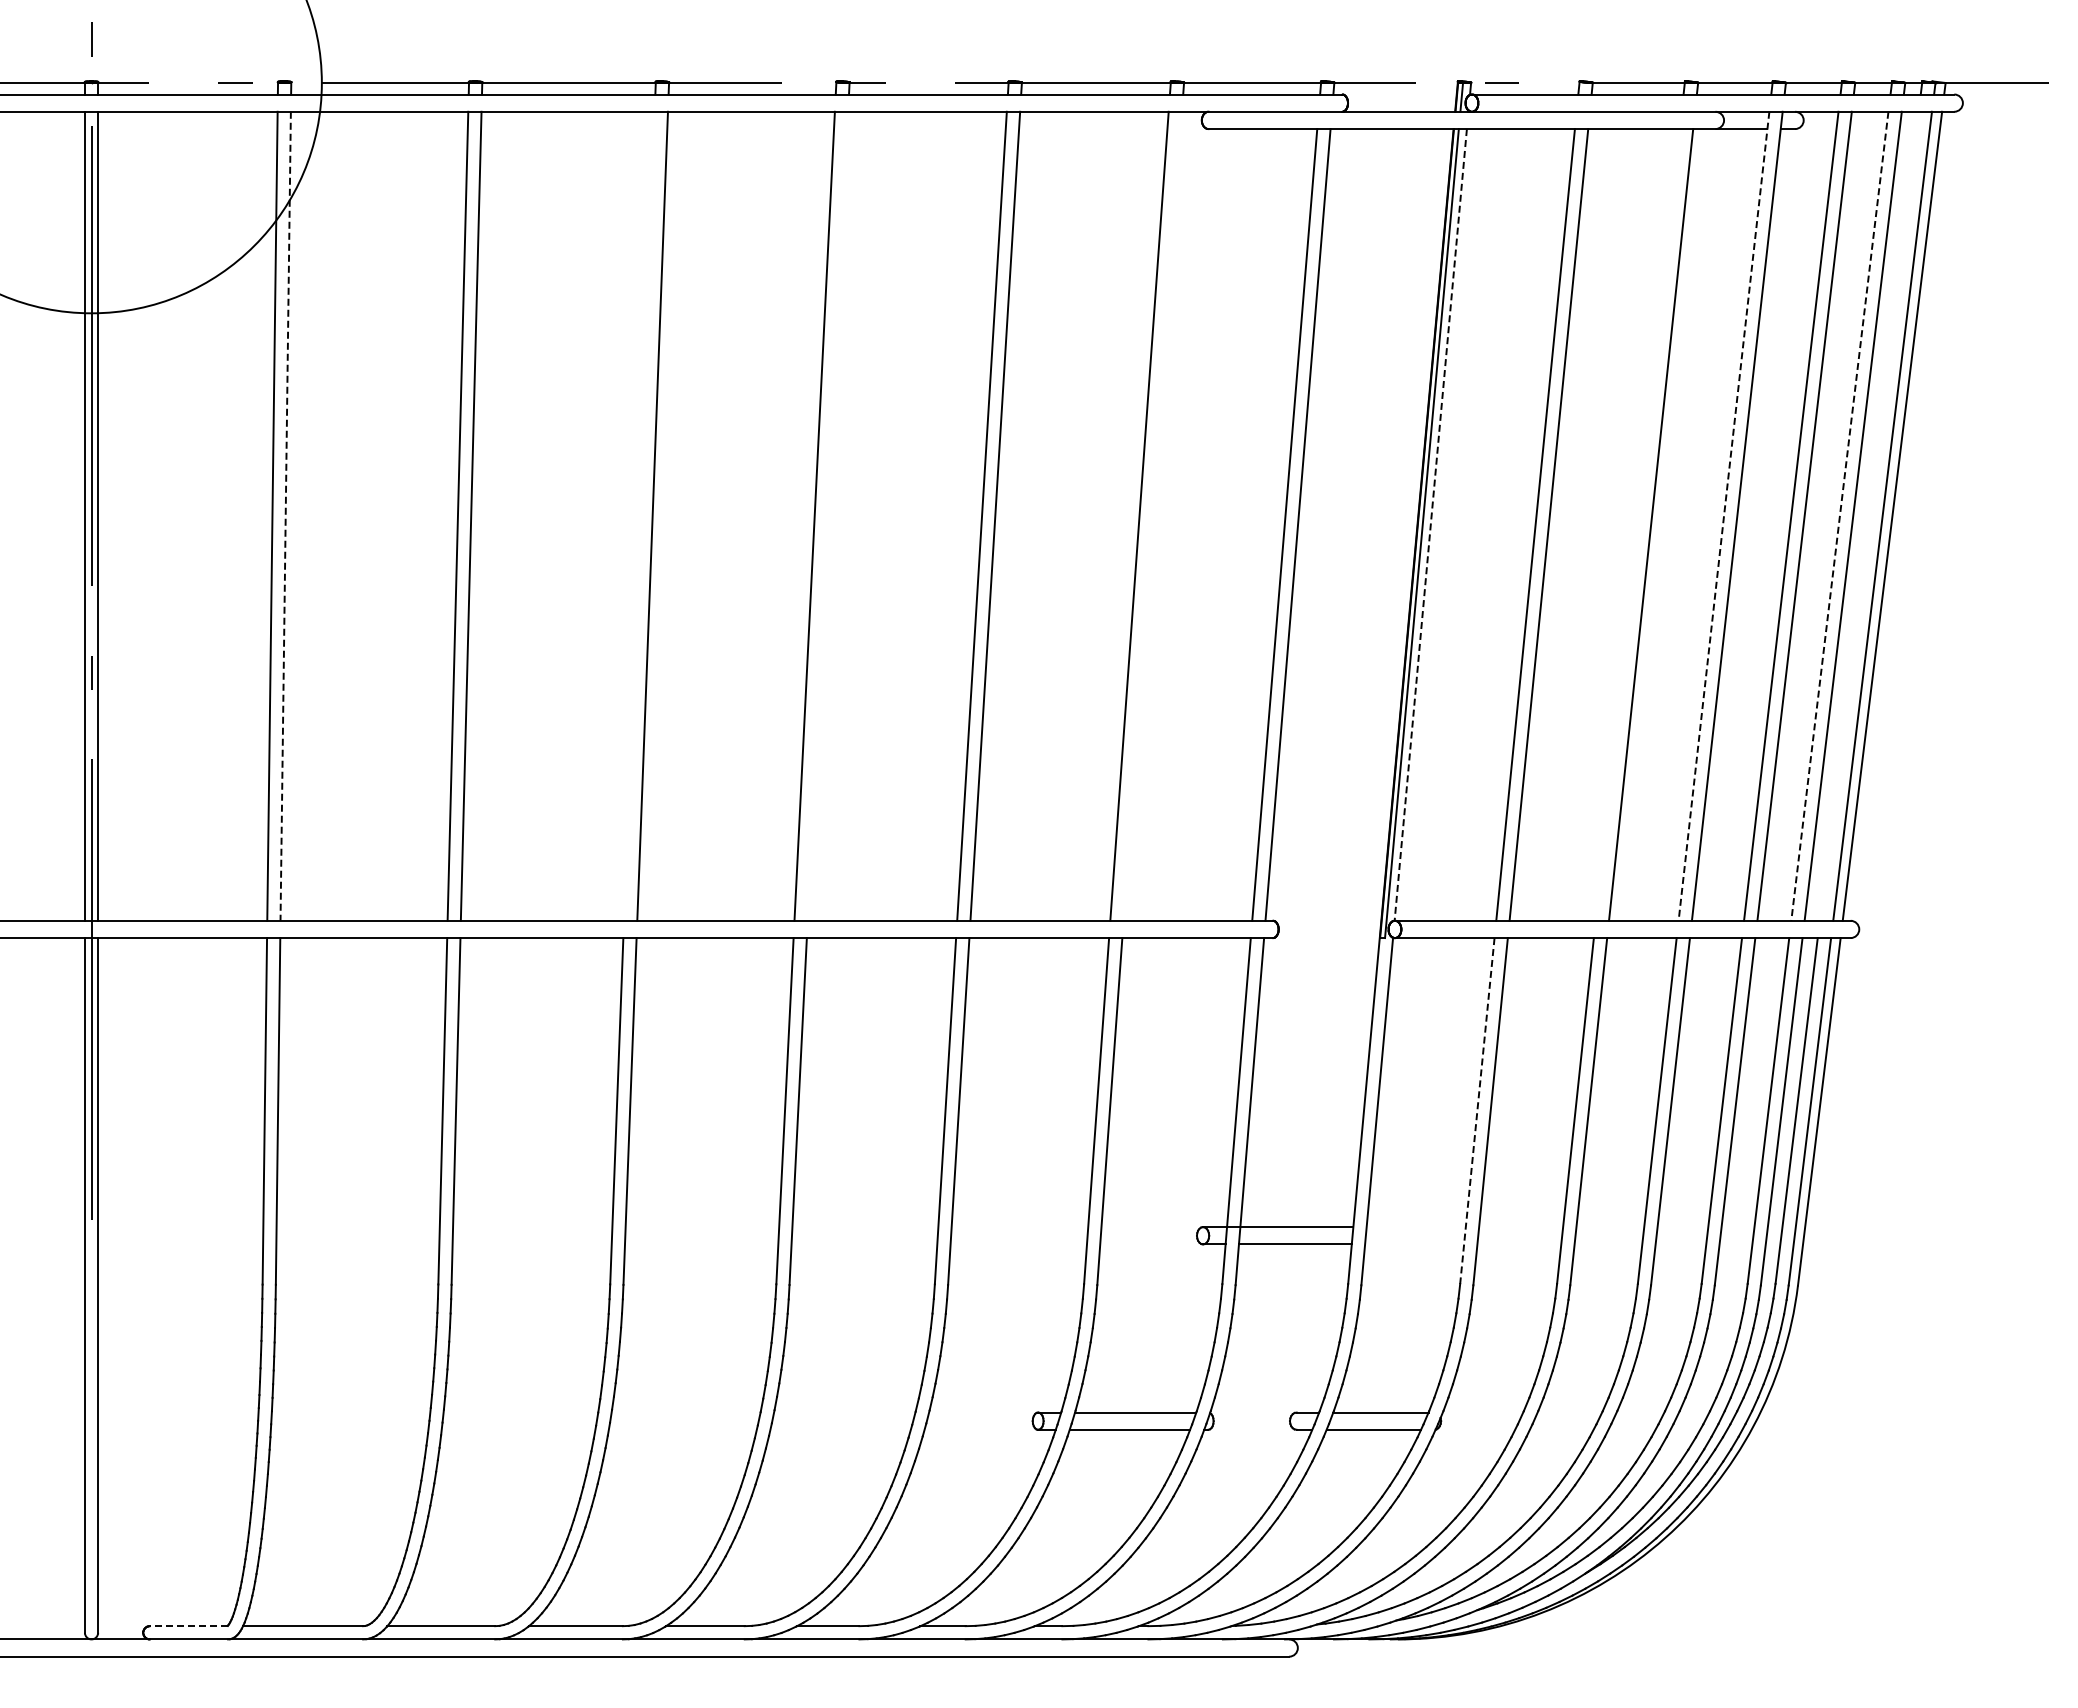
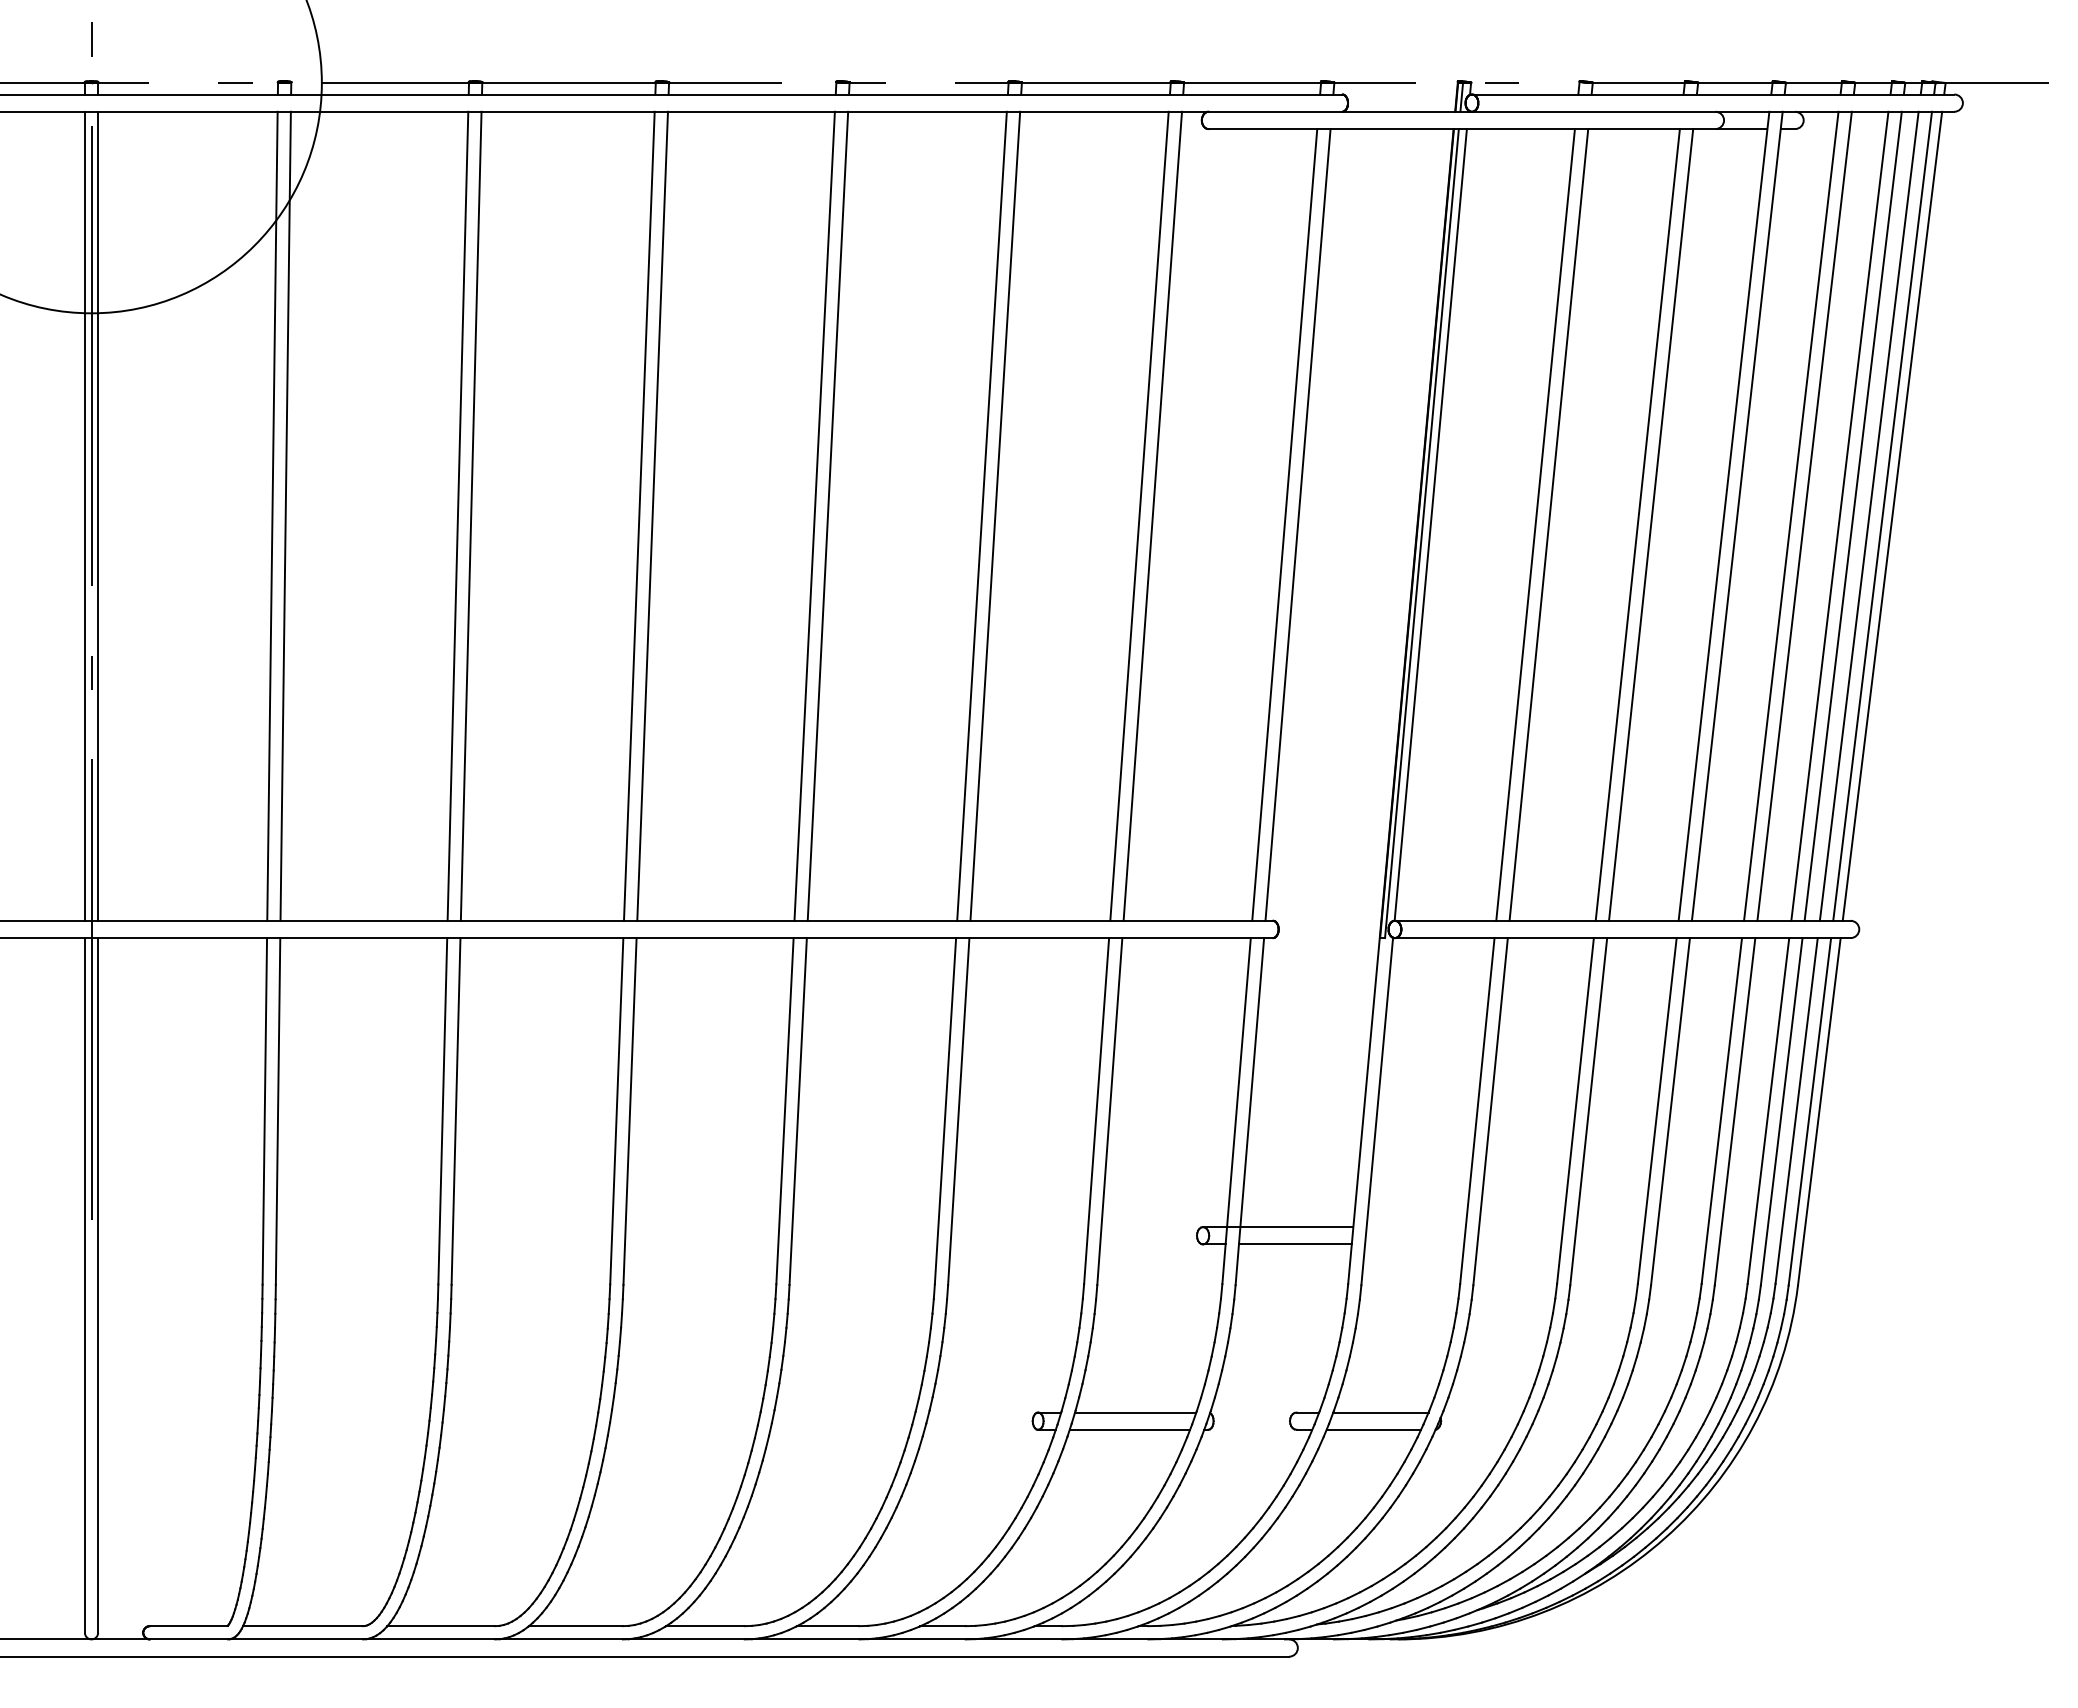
line at (638, 515): none -> present
line at (827, 515): none -> present
line at (1152, 515): none -> present
line at (1868, 515): none -> present
line at (285, 516): dashed -> solid
line at (1723, 516): dashed -> solid
line at (1839, 516): dashed -> solid
line at (1430, 524): dashed -> solid
line at (1637, 524): none -> present
line at (1477, 1111): dashed -> solid
line at (188, 1626): dashed -> solid
